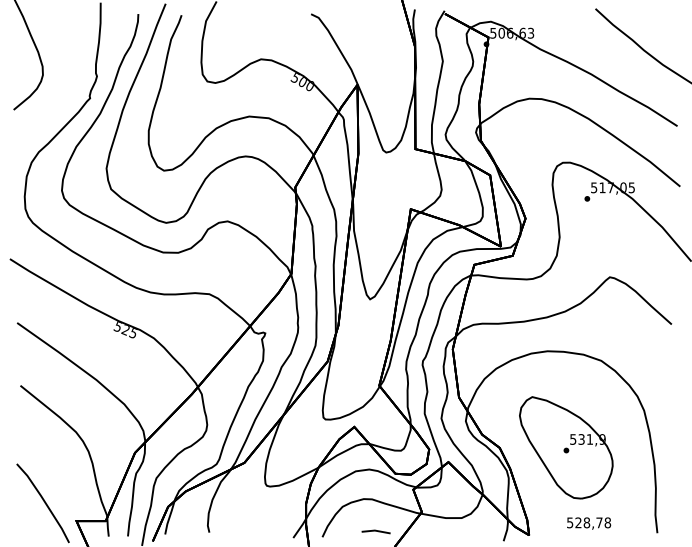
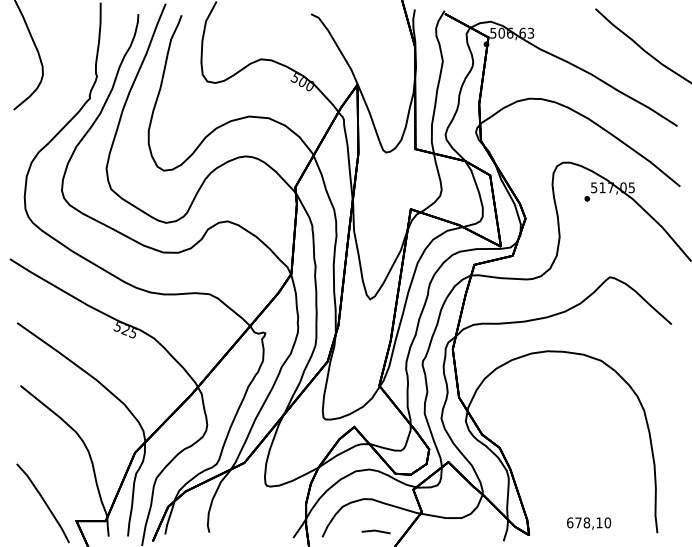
part at (566, 447): present -> none
text at (589, 522): 528,78 -> 678,10
